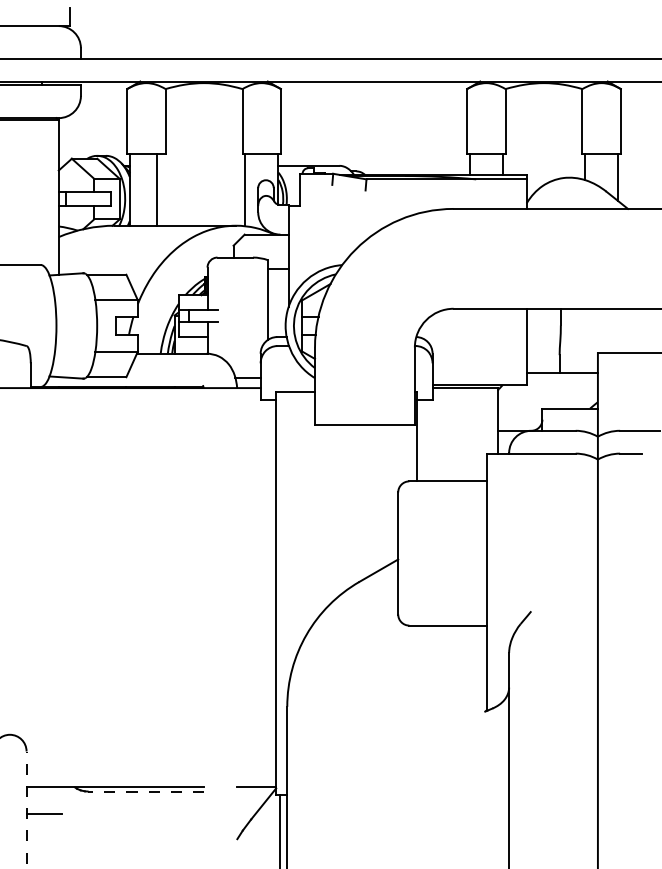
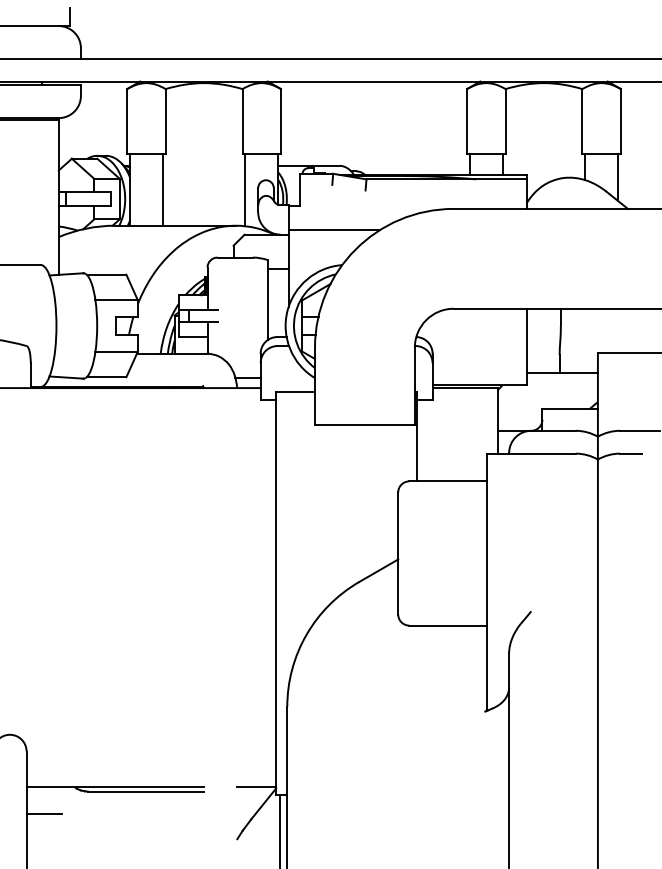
line at (156, 189) position: (156, 189) -> (162, 189)
line at (333, 230): none -> present
line at (145, 791): dashed -> solid
line at (26, 809): dashed -> solid
